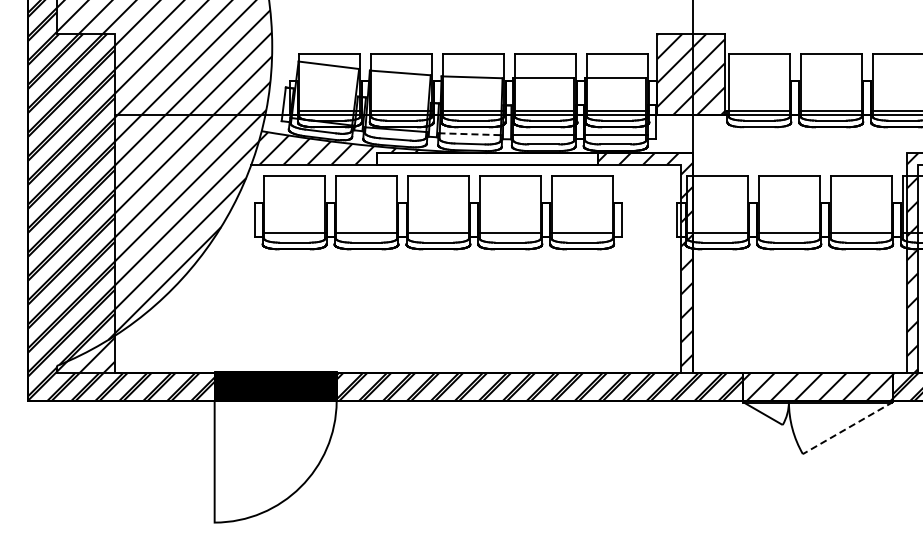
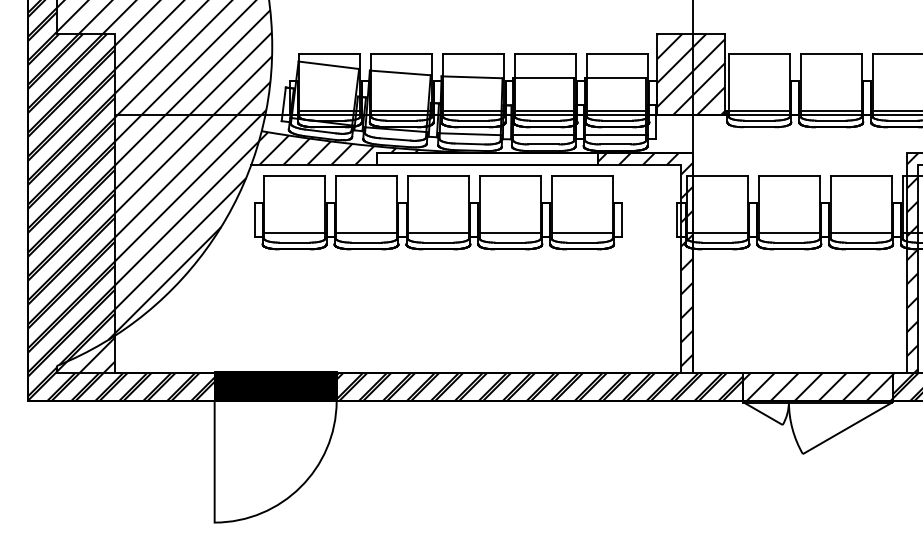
line at (470, 134): dashed -> solid
line at (847, 428): dashed -> solid
